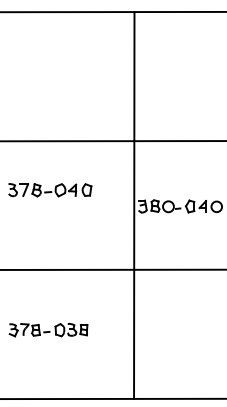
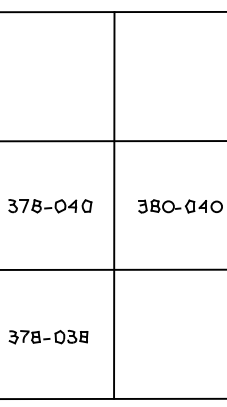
part at (50, 190) position: (50, 190) -> (50, 206)
line at (134, 205) position: (134, 205) -> (114, 205)
part at (48, 330) position: (48, 330) -> (48, 337)
